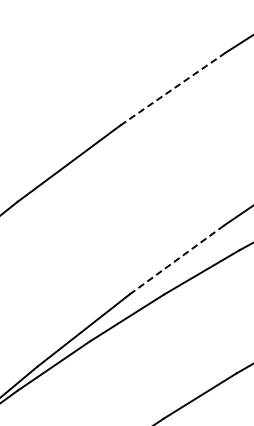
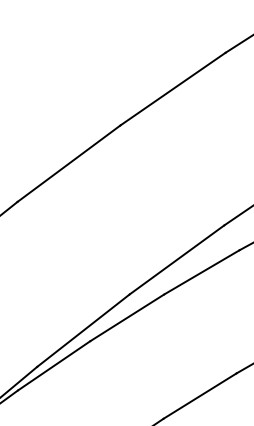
line at (173, 89): dashed -> solid
line at (176, 259): dashed -> solid
